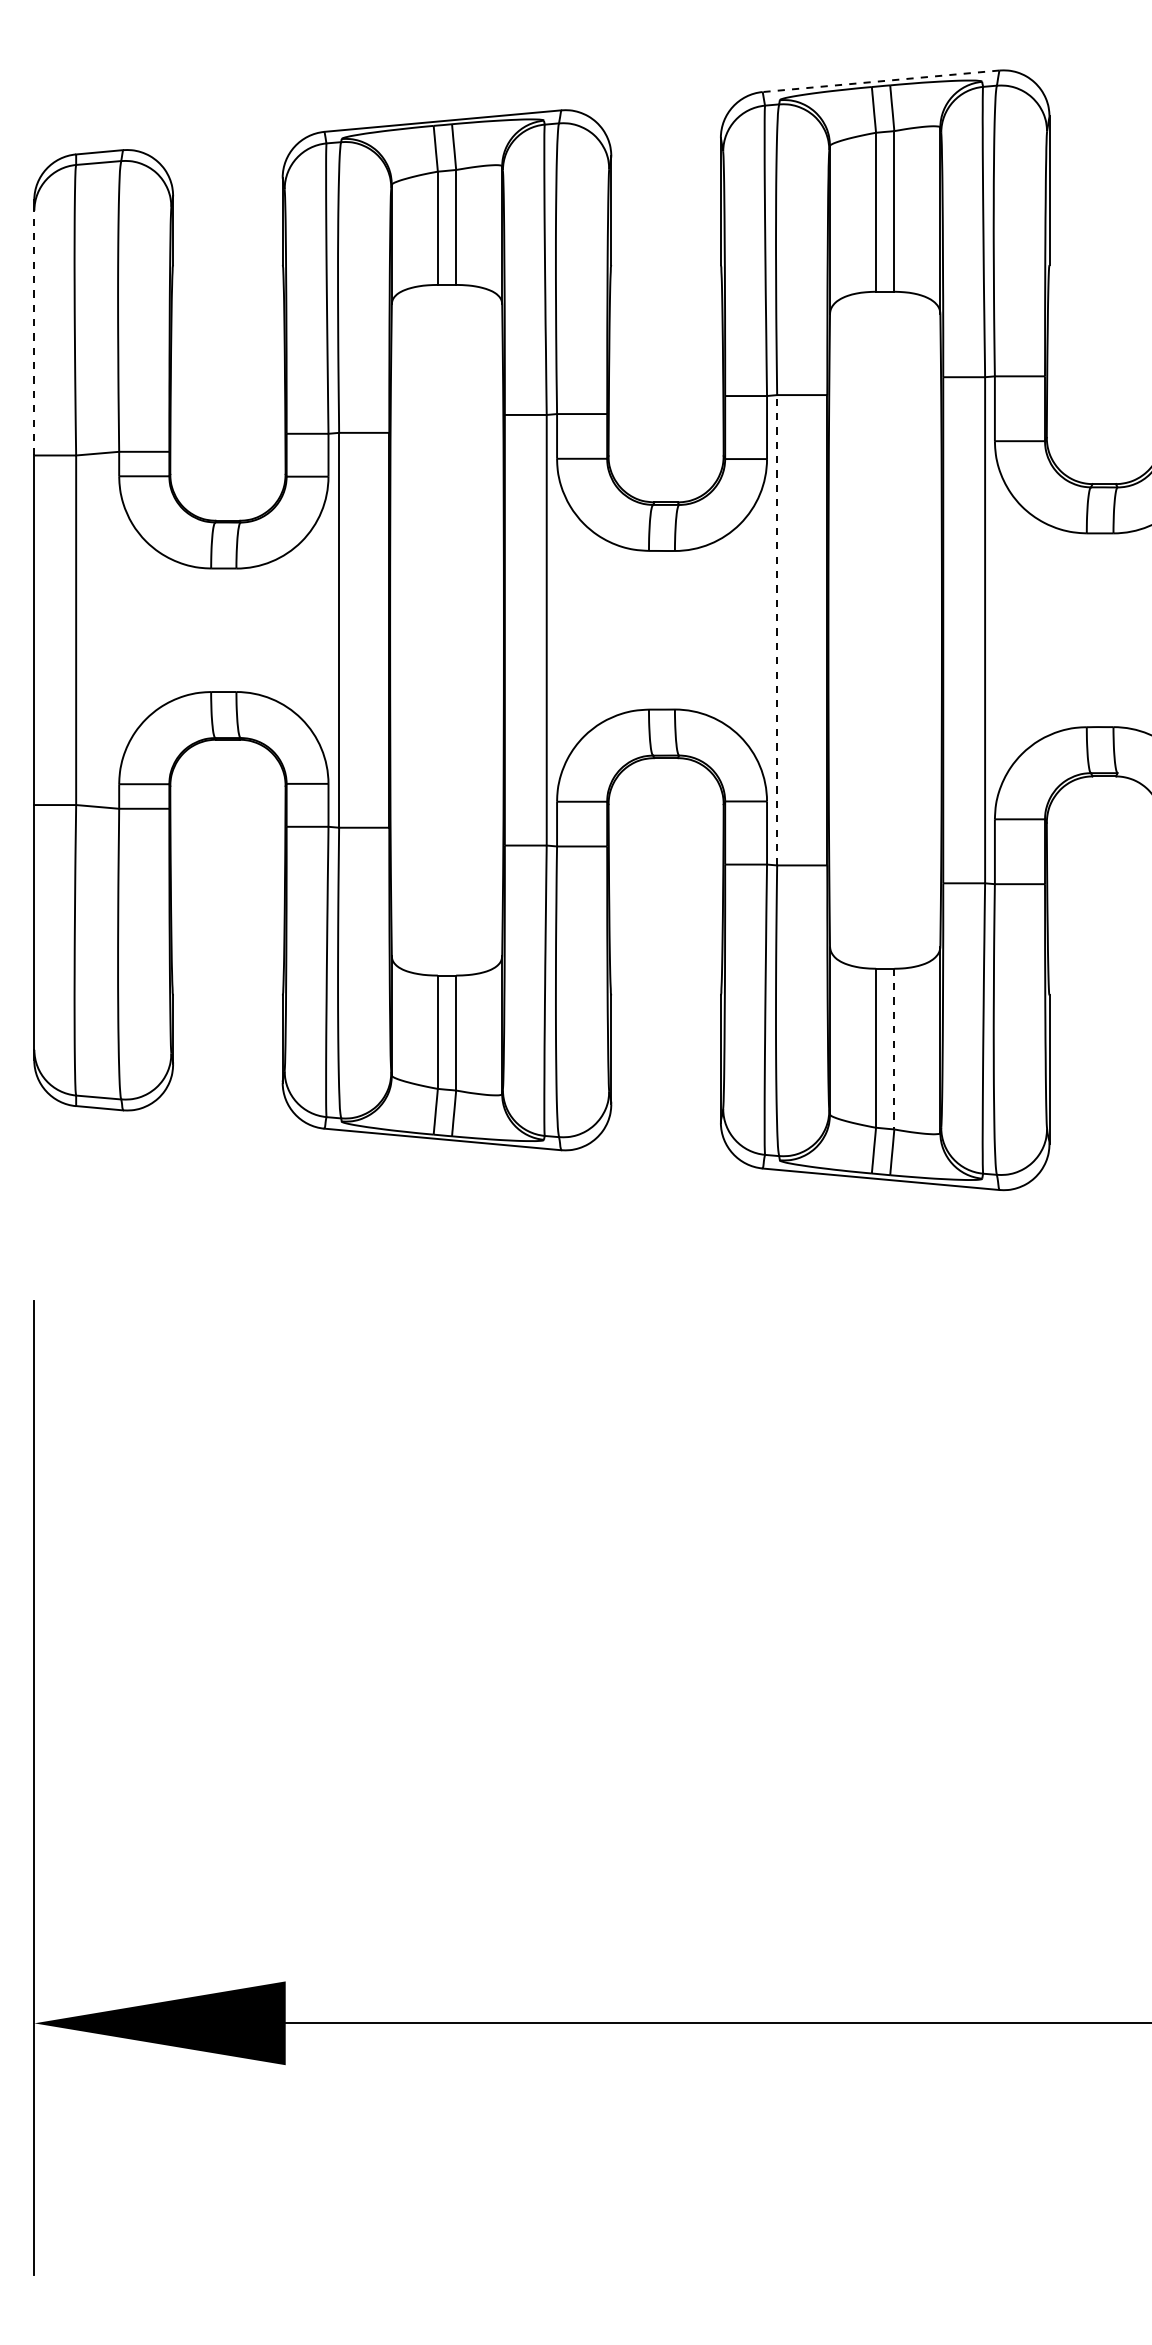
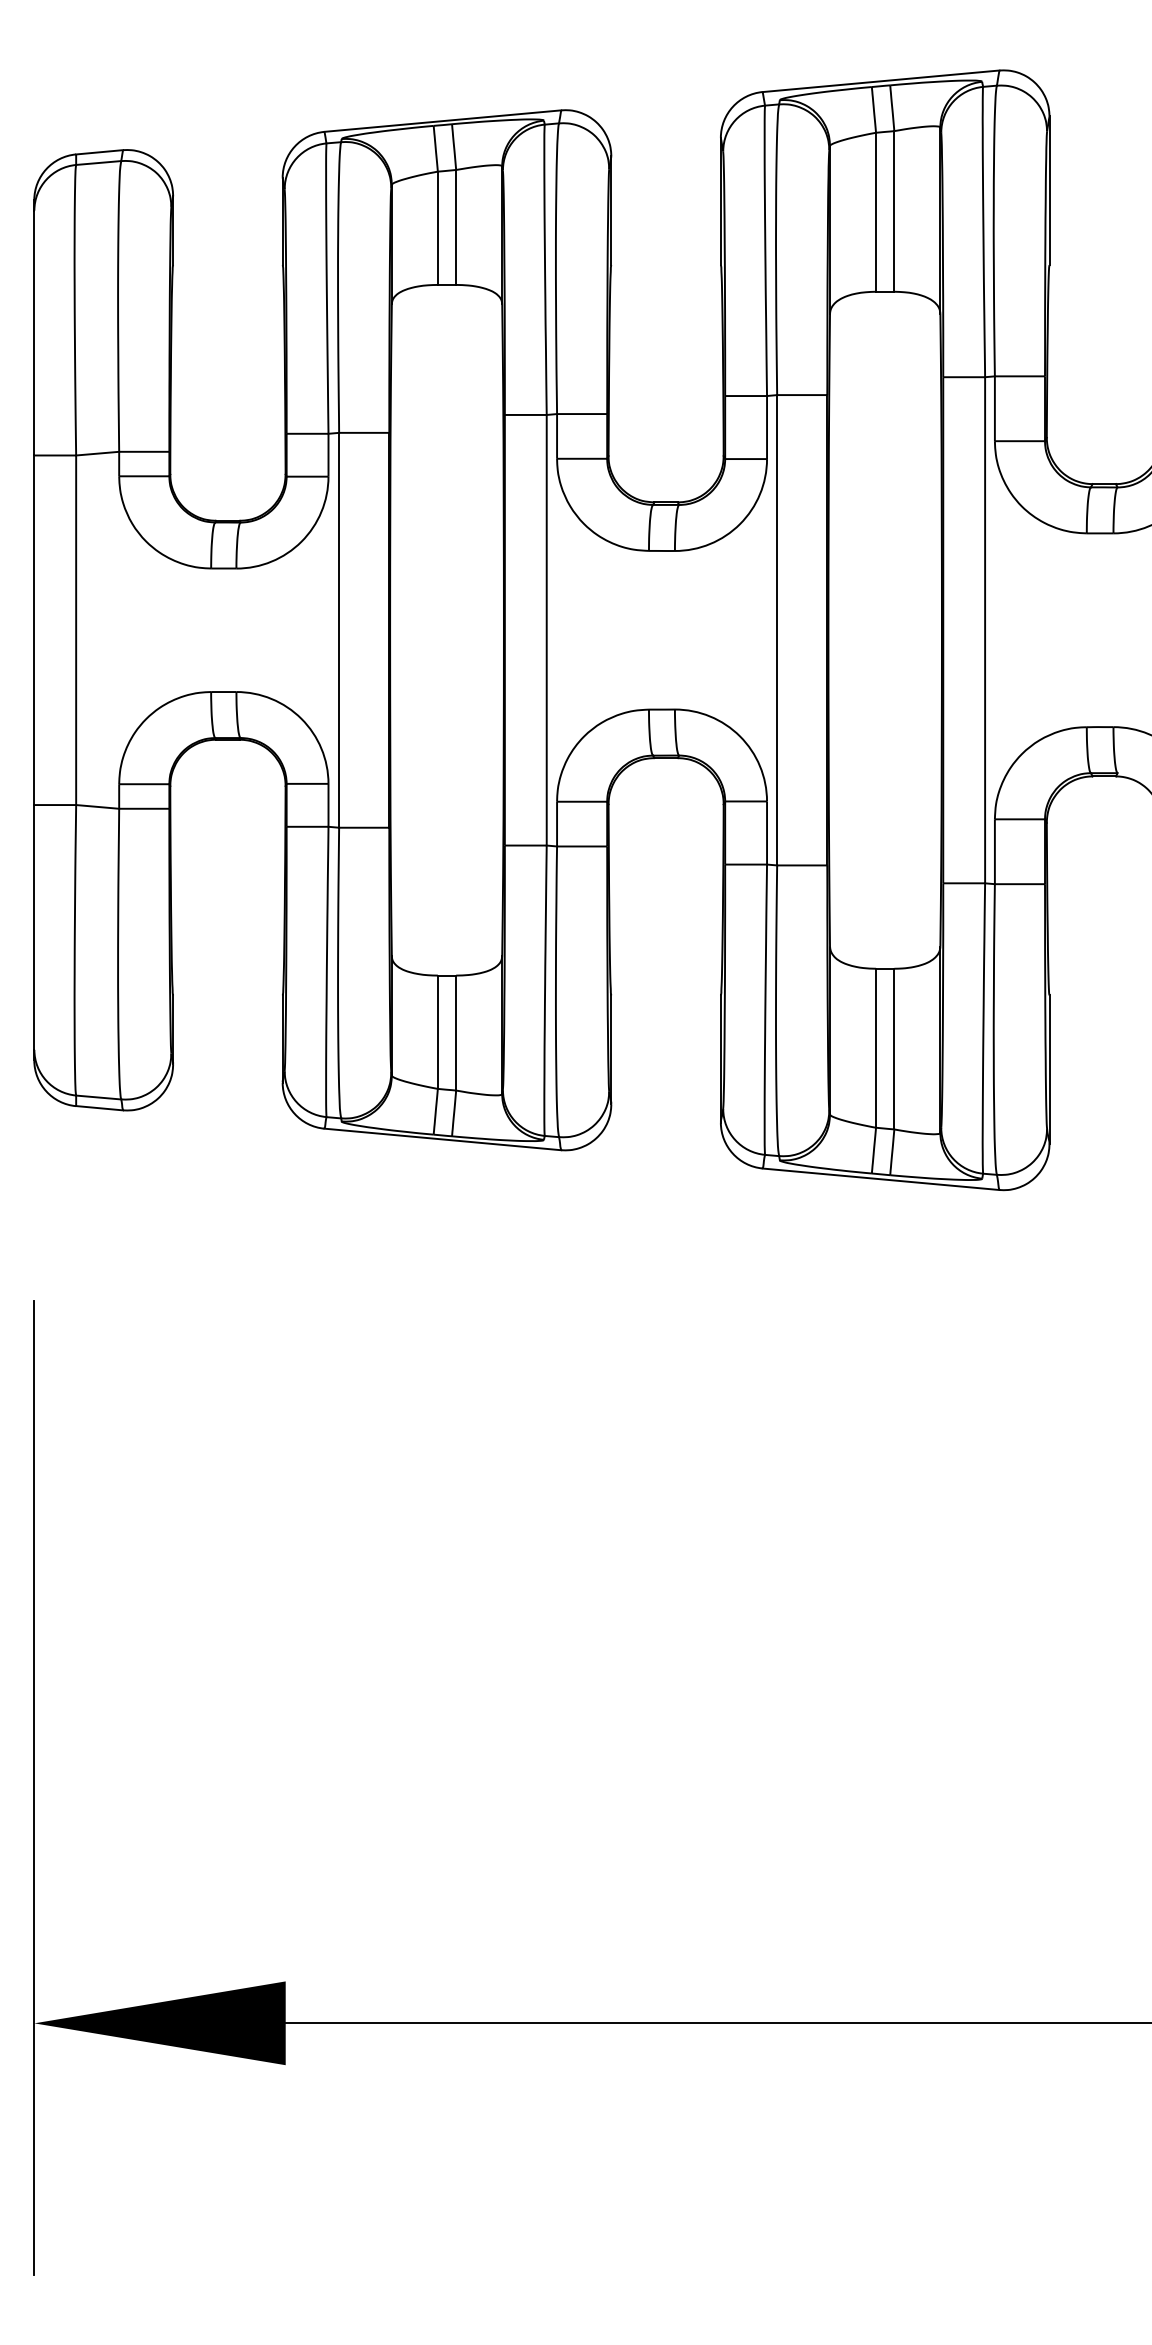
line at (881, 81): dashed -> solid
line at (34, 332): dashed -> solid
line at (777, 629): dashed -> solid
line at (894, 1049): dashed -> solid
